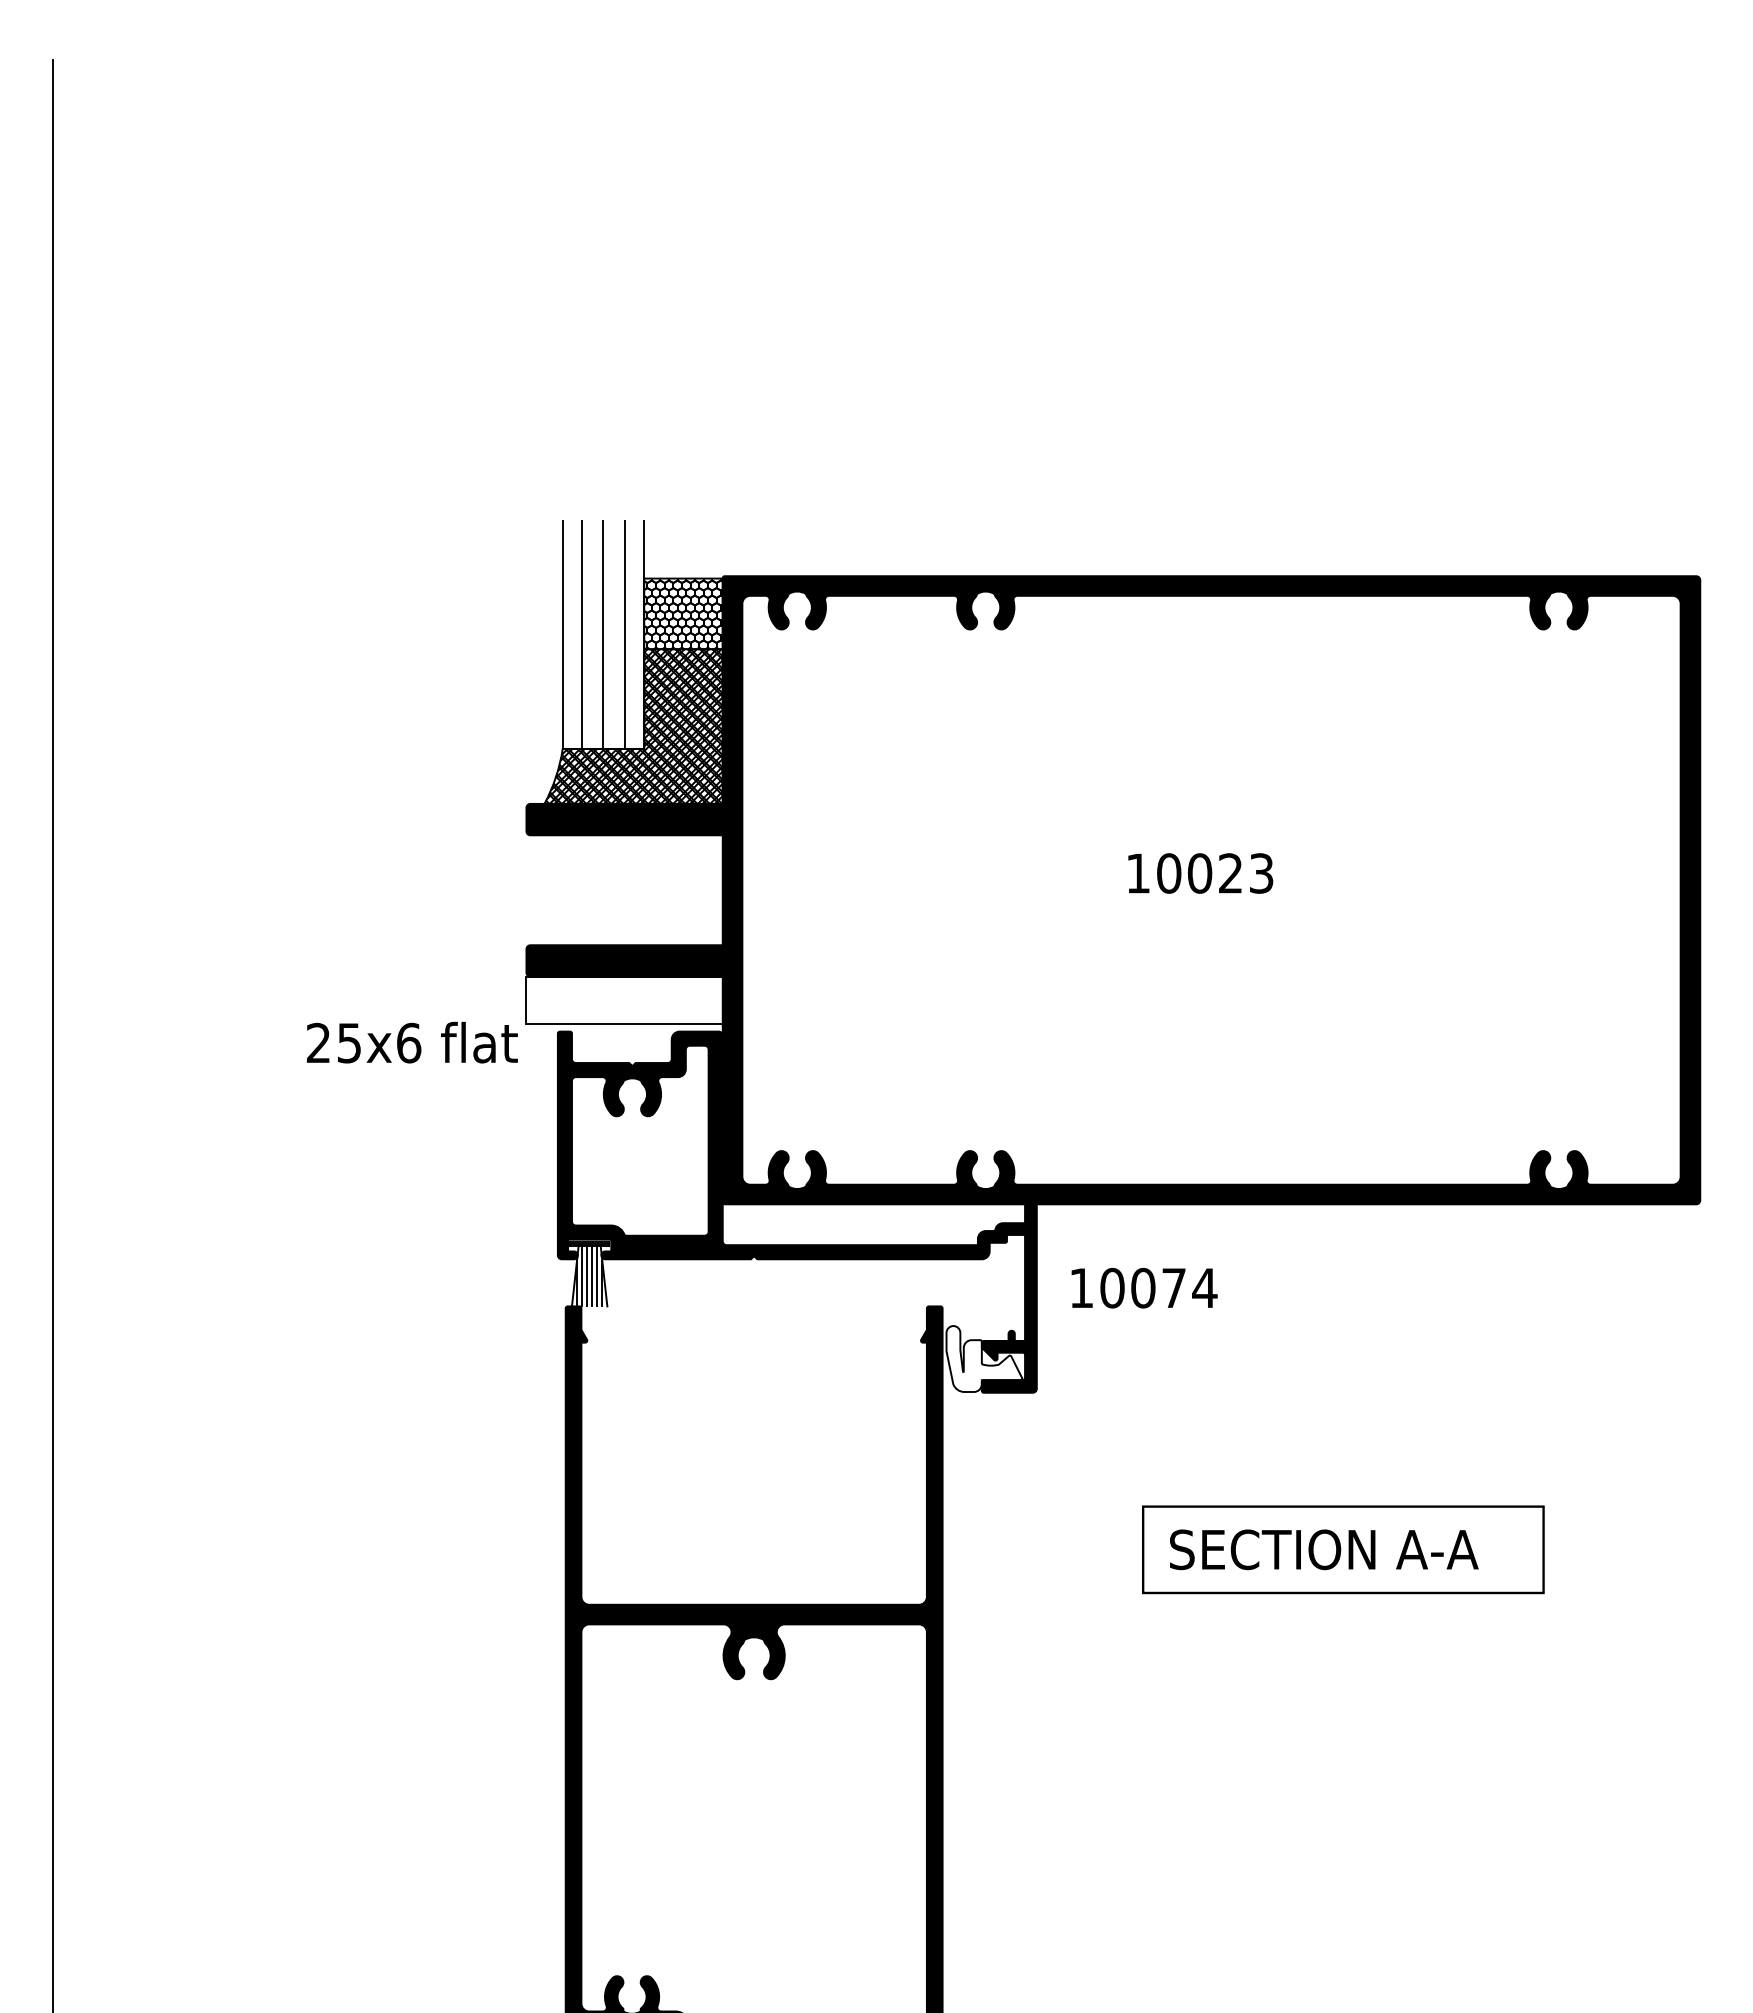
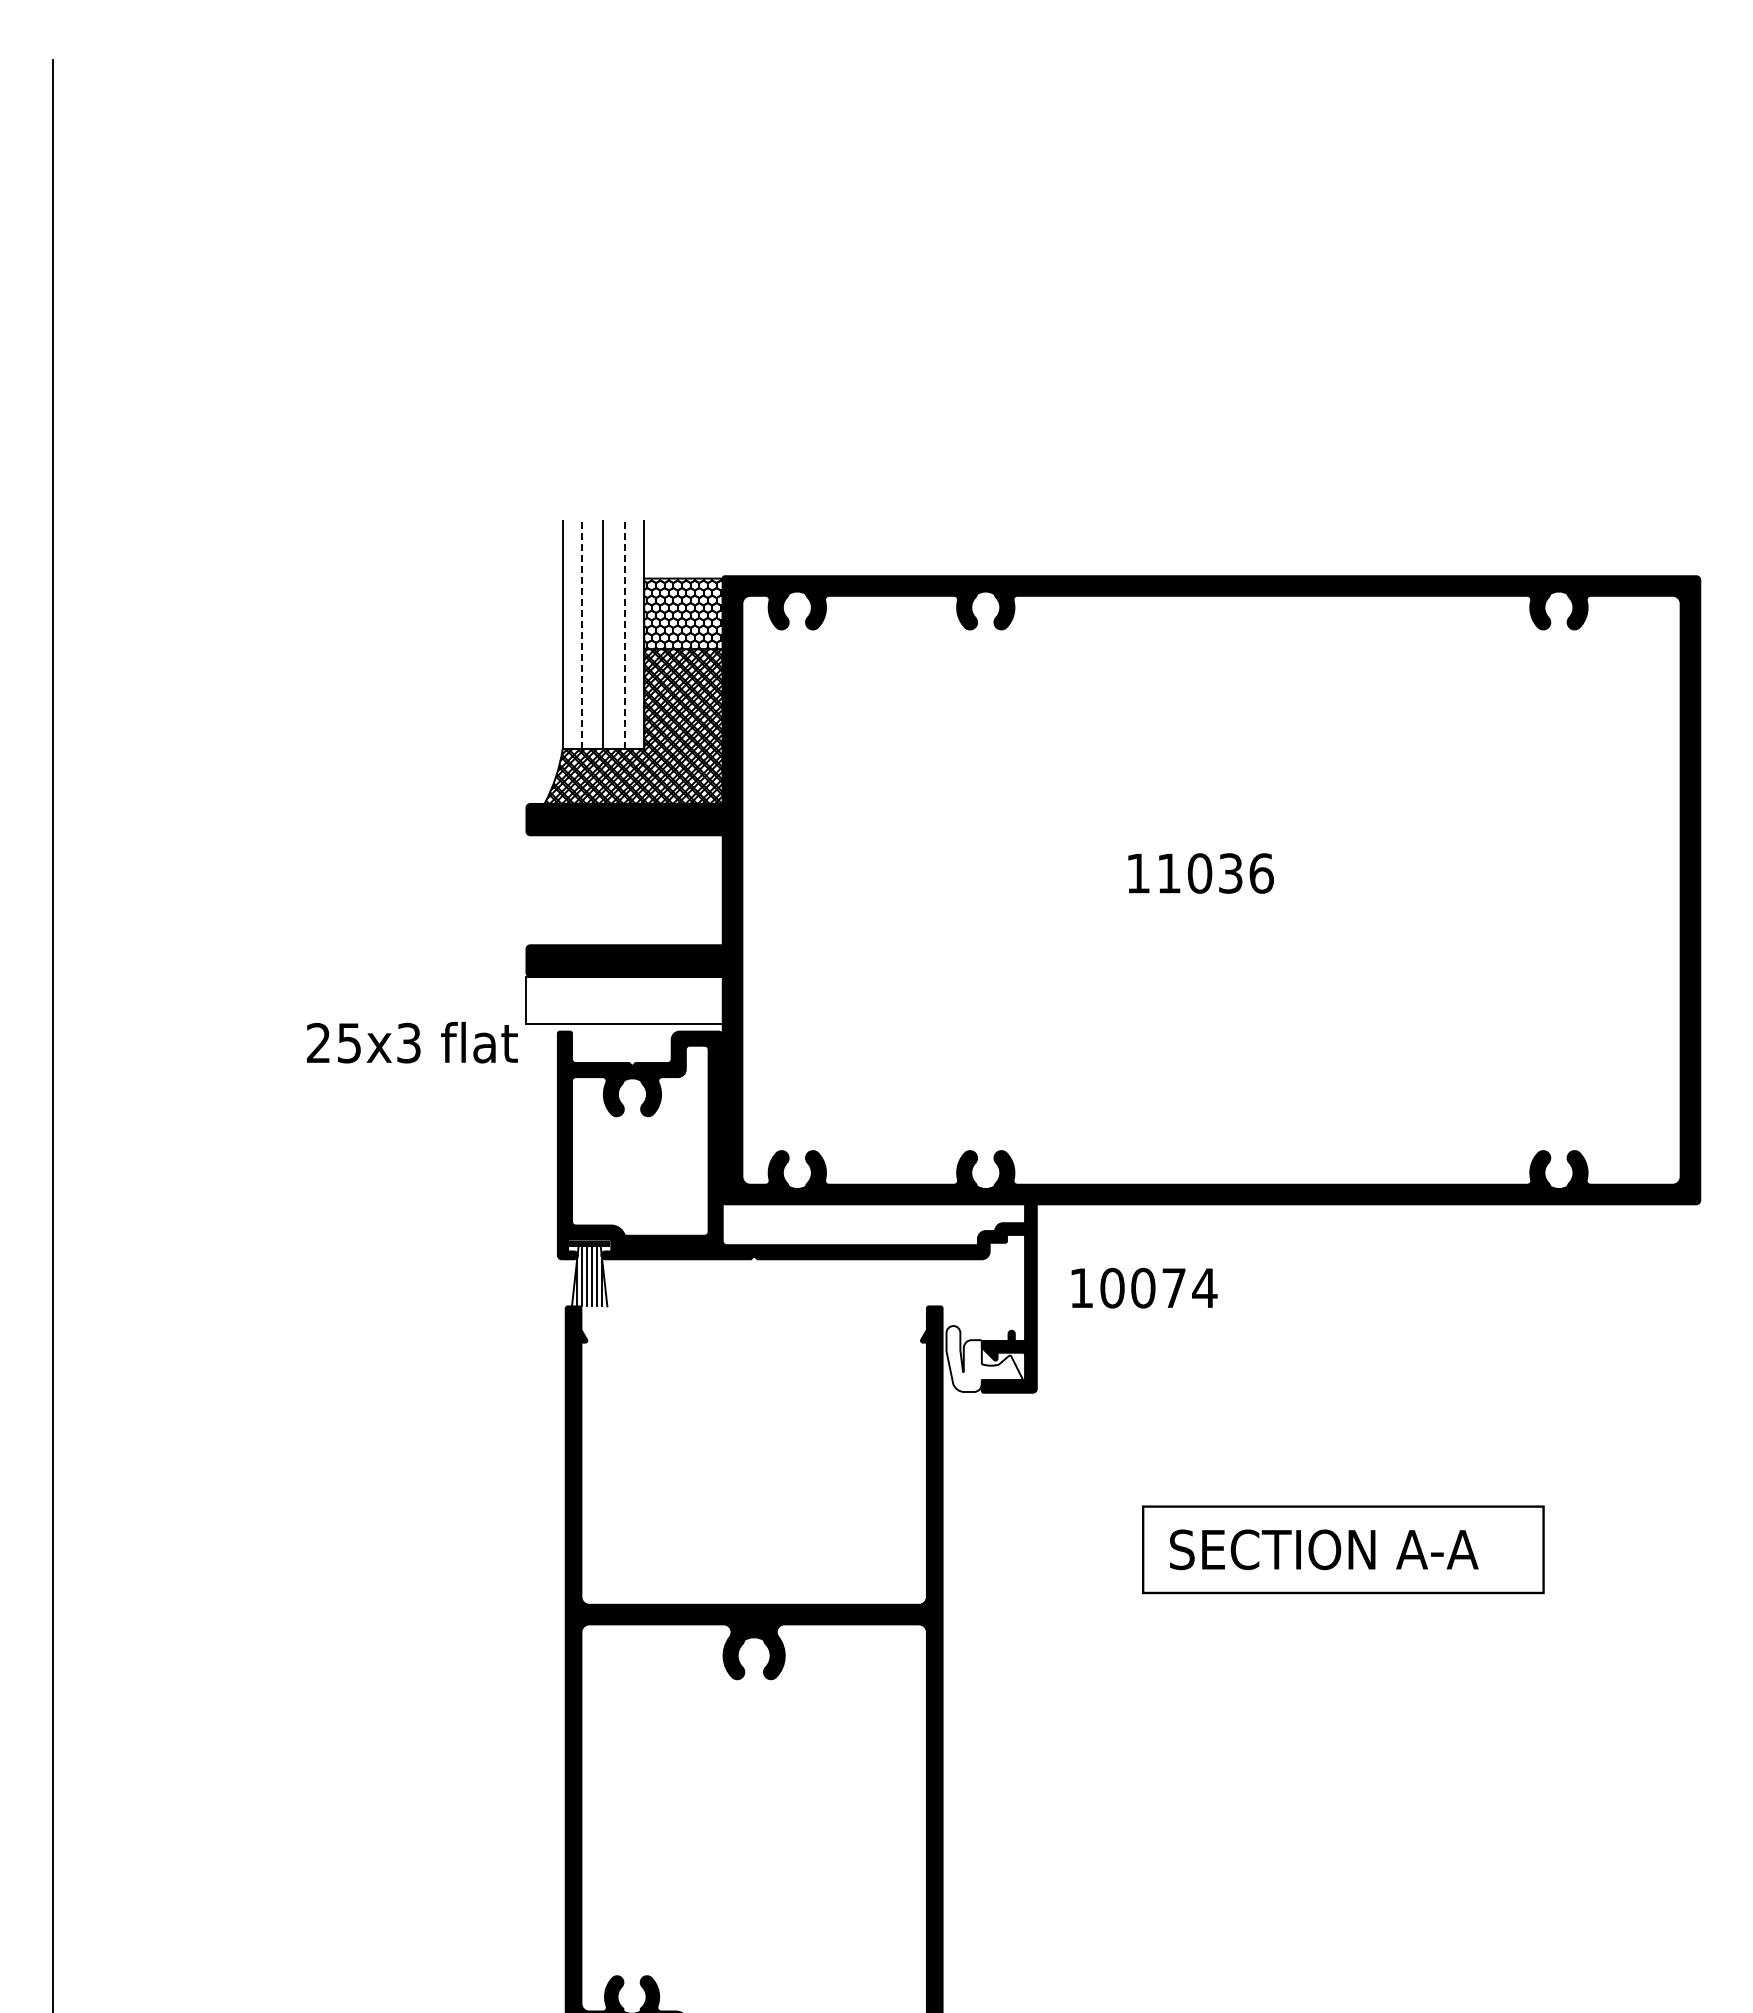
line at (582, 634): solid -> dashed
line at (624, 634): solid -> dashed
text at (1215, 873): 10023 -> 11036
text at (409, 1042): 25x6 -> 25x3
